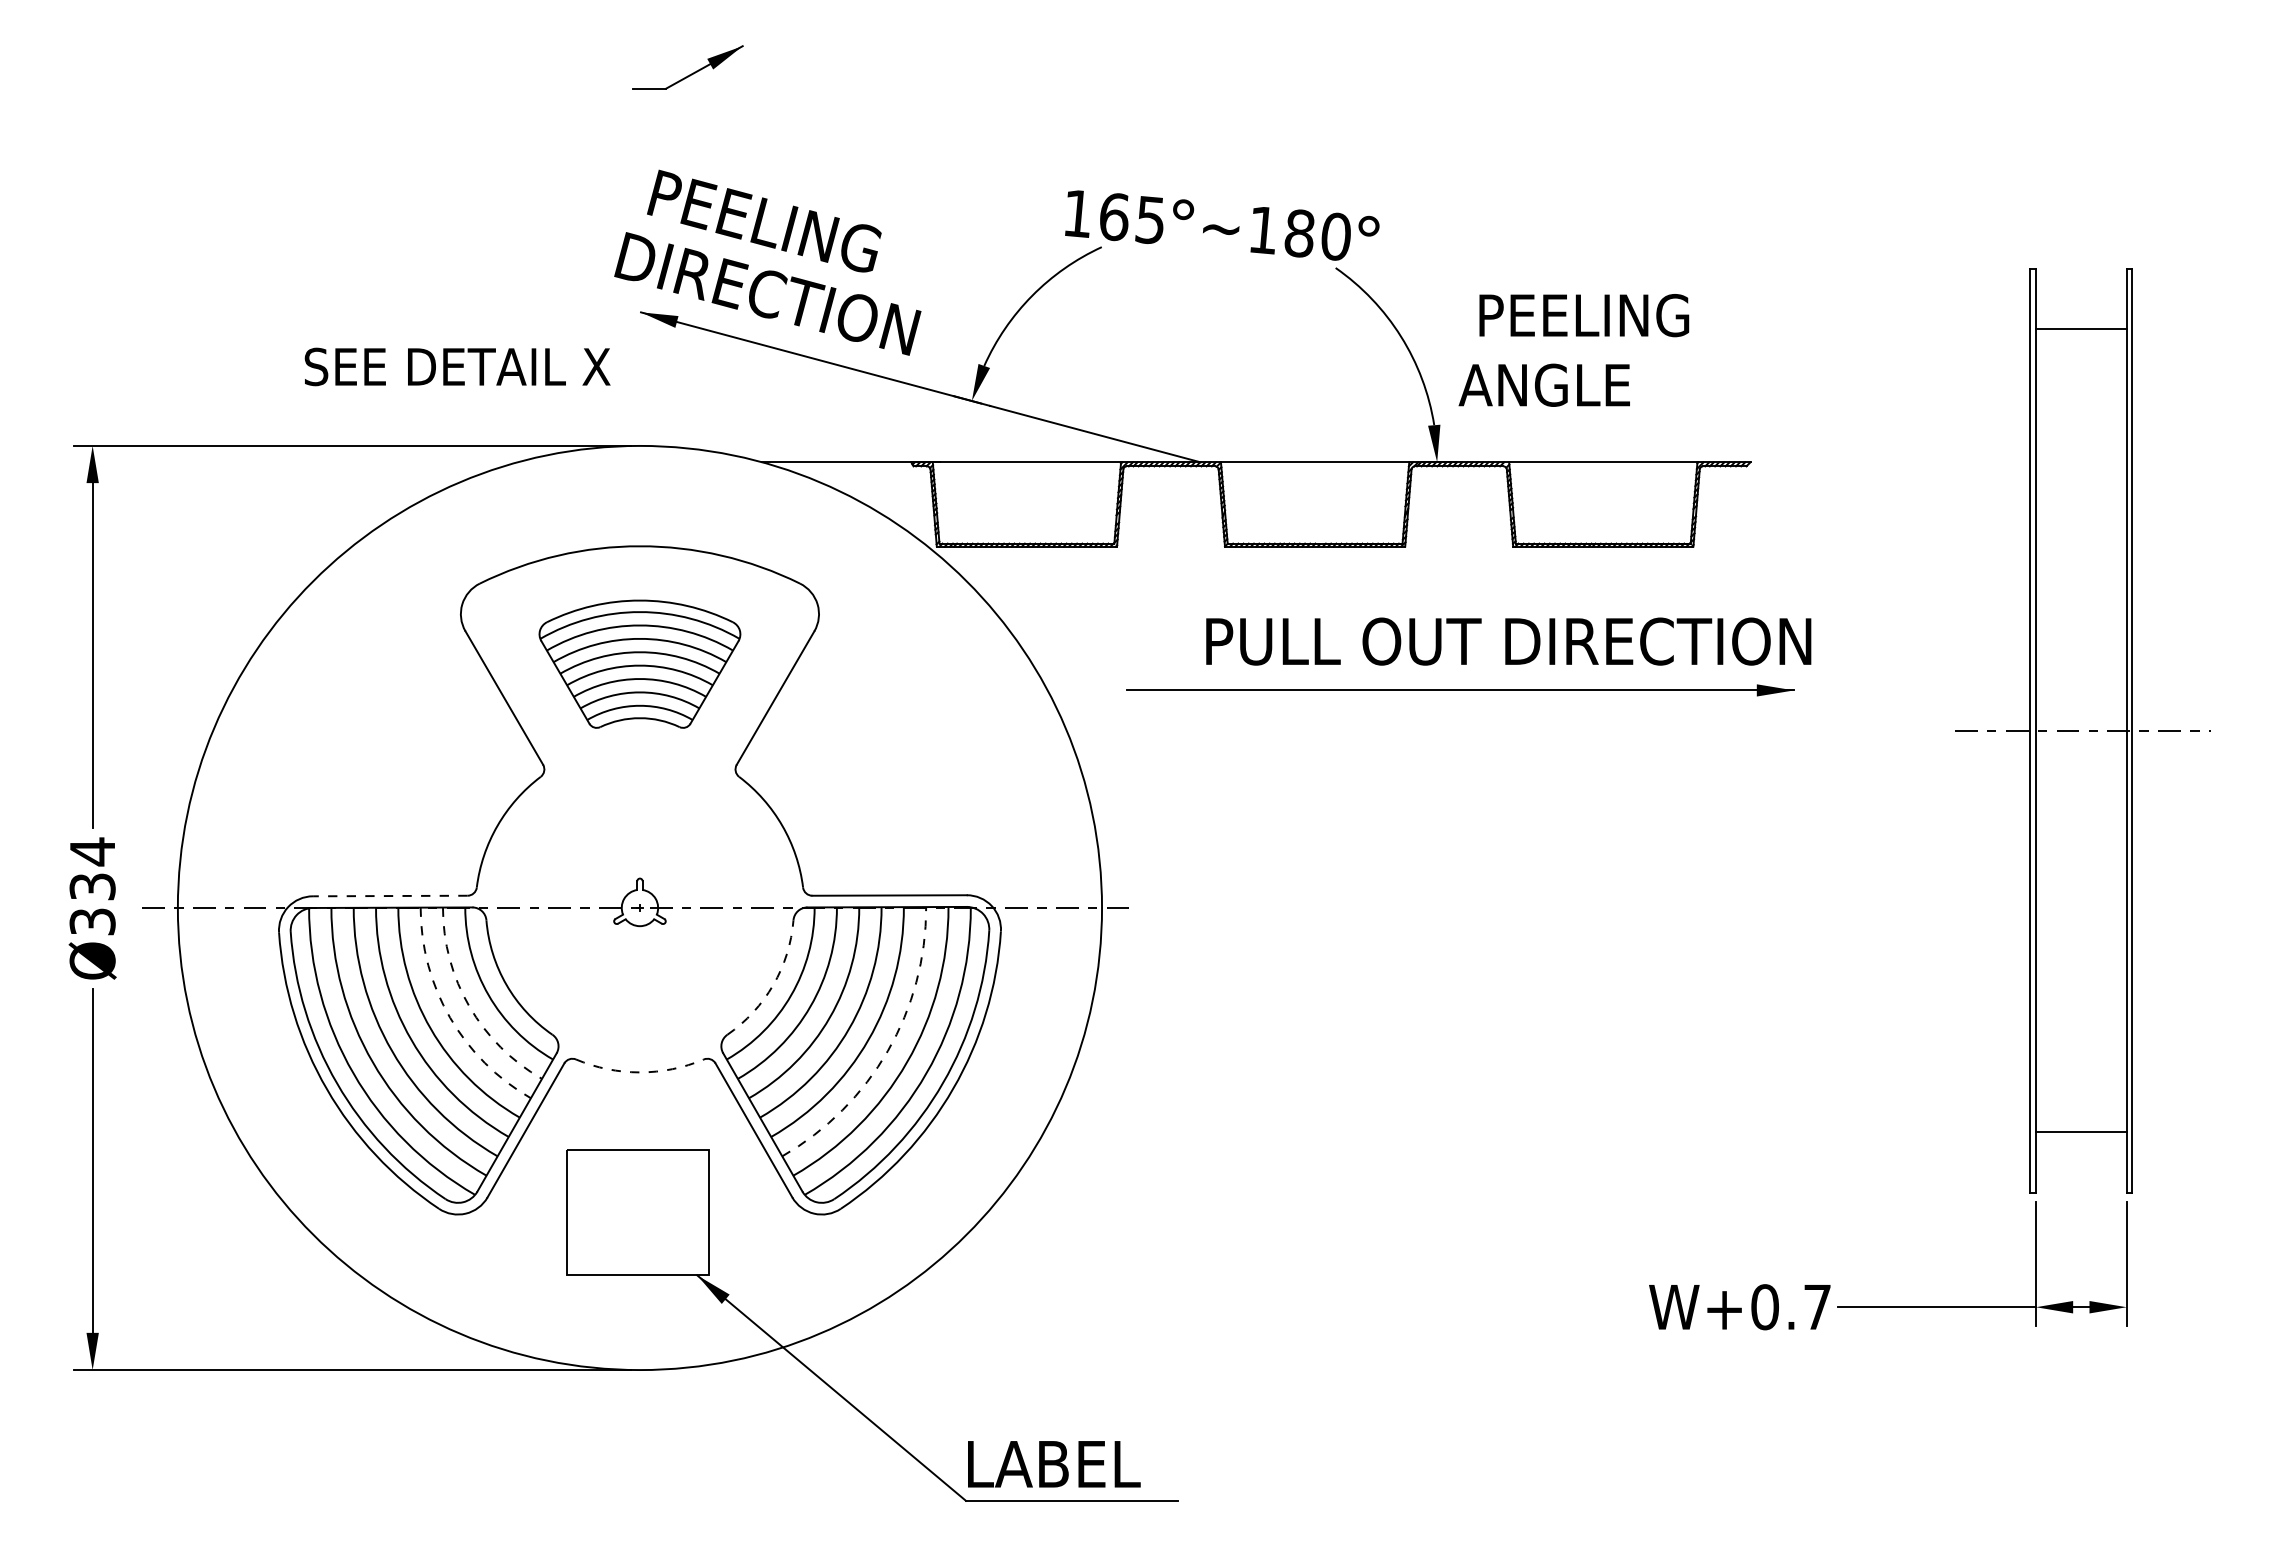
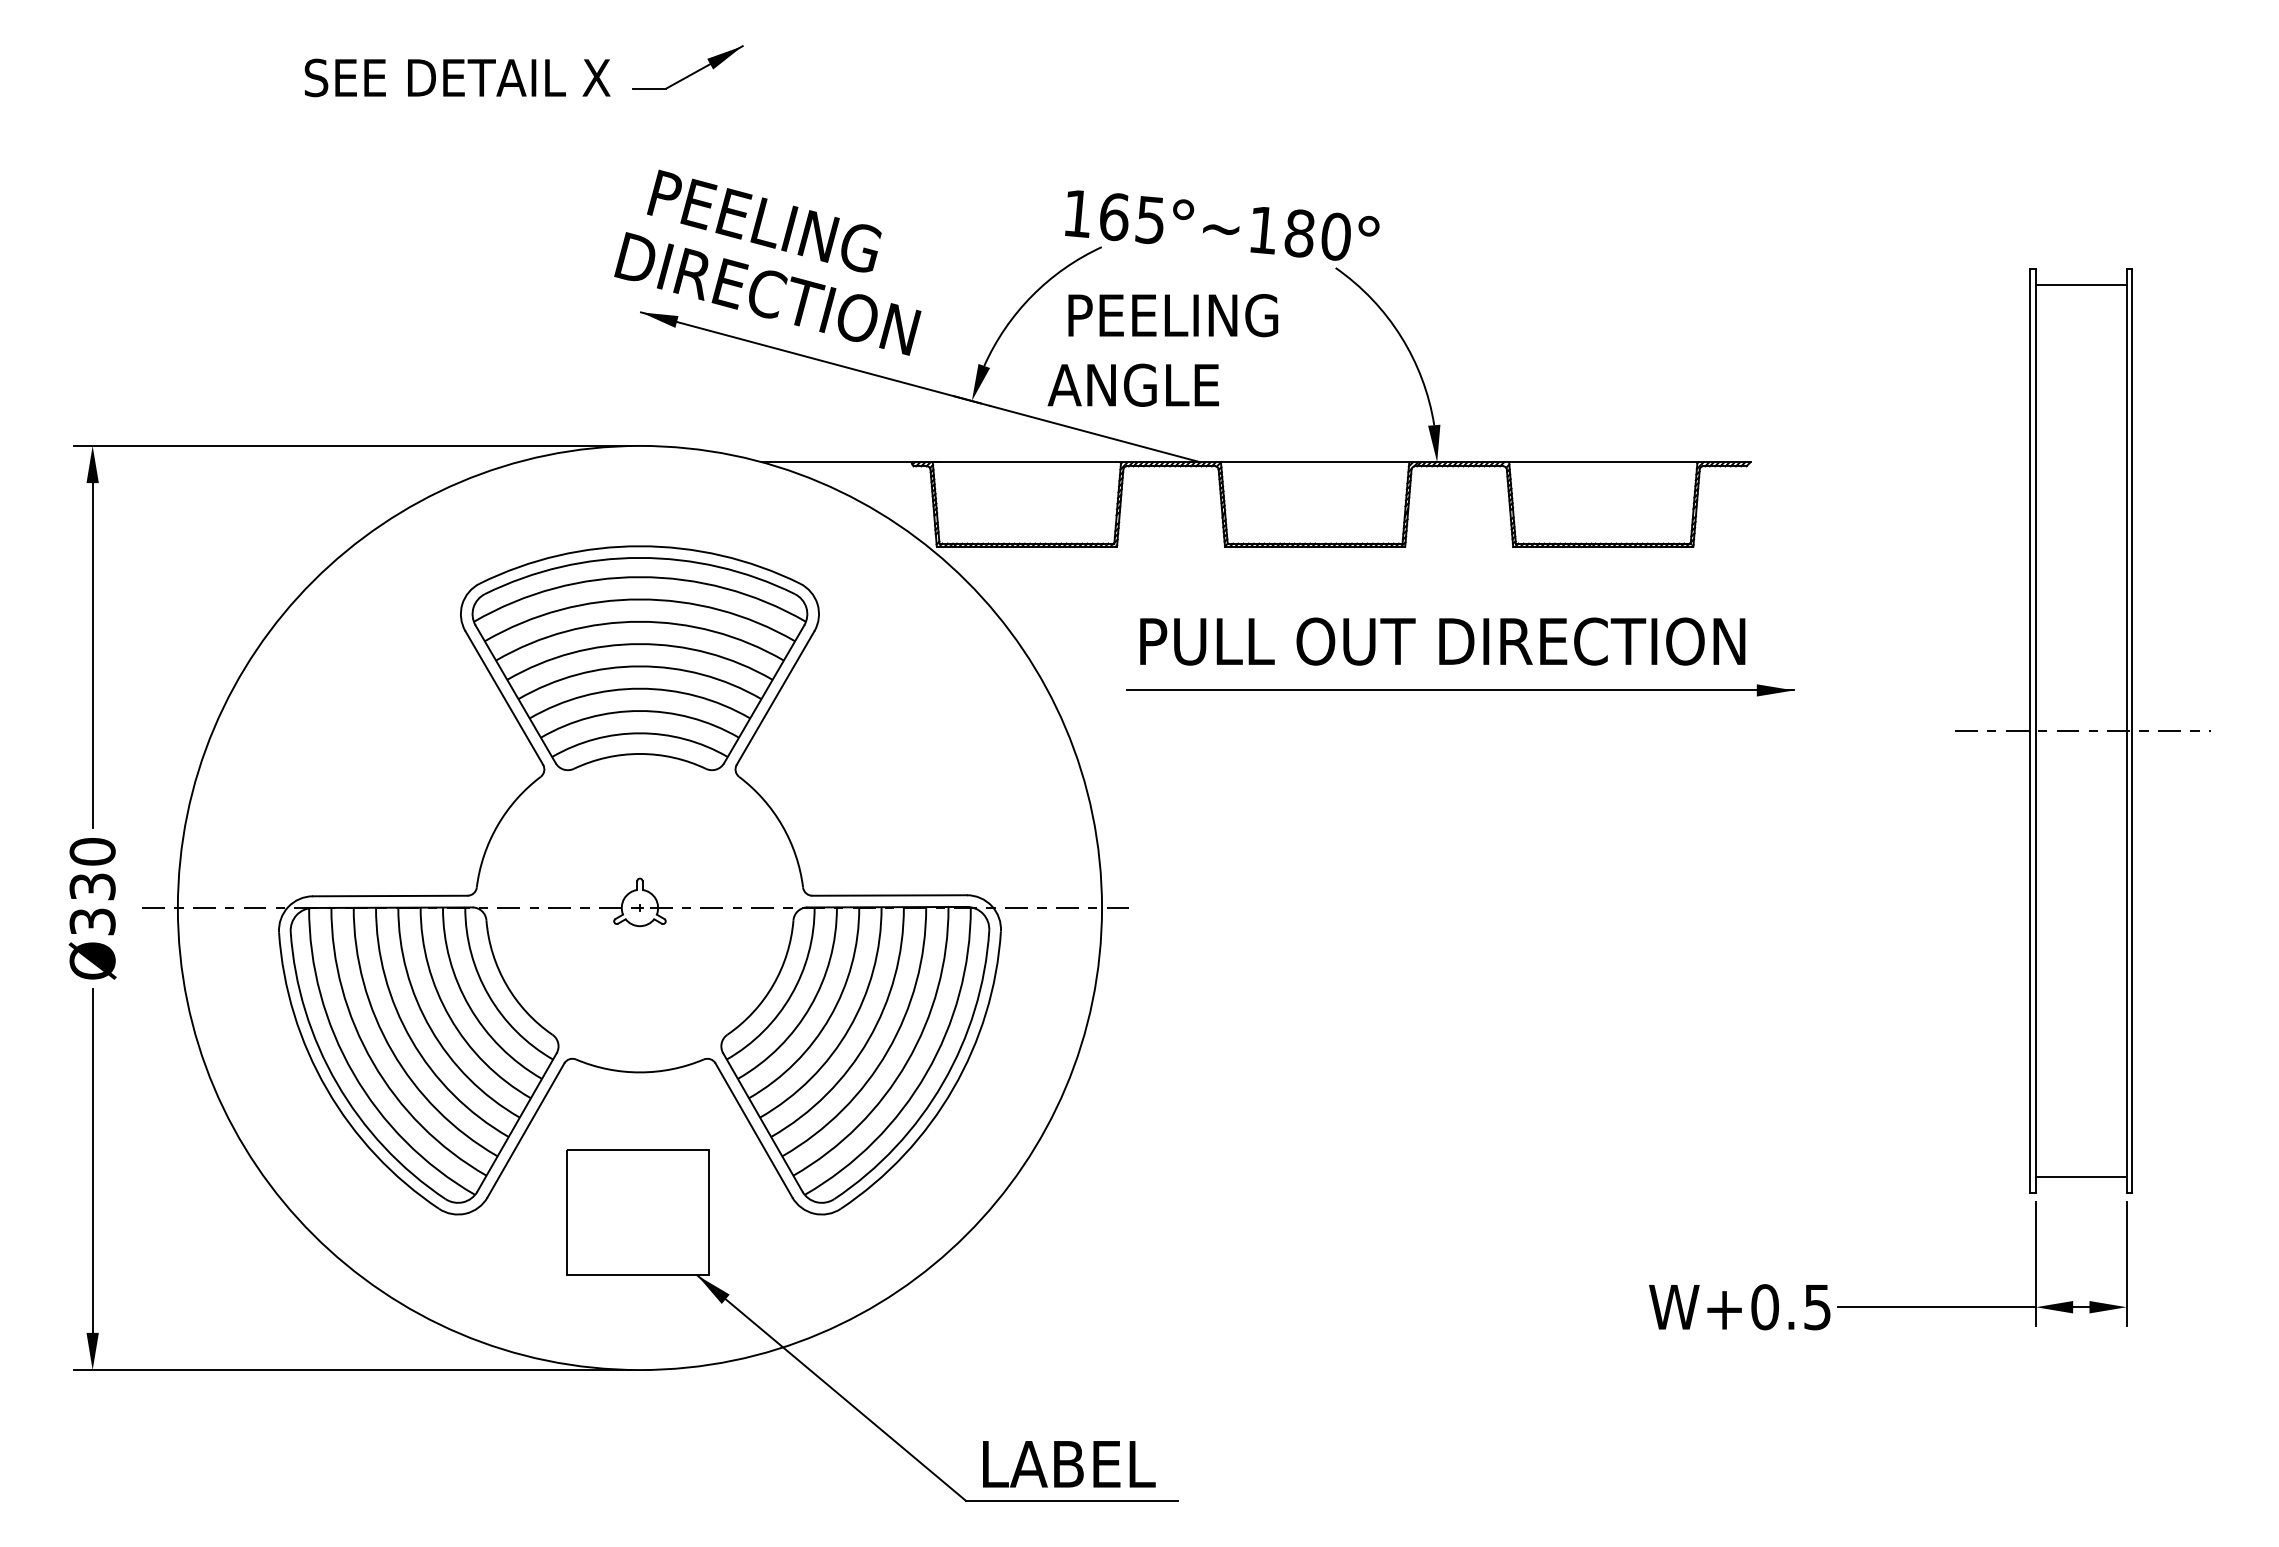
line at (2080, 329) position: (2080, 329) -> (2080, 285)
text at (1573, 350) position: (1573, 350) -> (1162, 350)
text at (457, 366) position: (457, 366) -> (457, 77)
text at (1508, 641) position: (1508, 641) -> (1442, 641)
part at (639, 663) size: 204x130 px -> 338x215 px
text at (92, 851): Ø334 -> Ø330
line at (389, 896): dashed -> solid
arc at (773, 985): dashed -> solid
arc at (469, 1006): dashed -> solid
arc at (450, 1017): dashed -> solid
arc at (887, 1051): dashed -> solid
arc at (639, 1072): dashed -> solid
line at (2080, 1131) position: (2080, 1131) -> (2080, 1176)
text at (1817, 1307): W+0.7 -> W+0.5
text at (1054, 1464) position: (1054, 1464) -> (1069, 1464)
